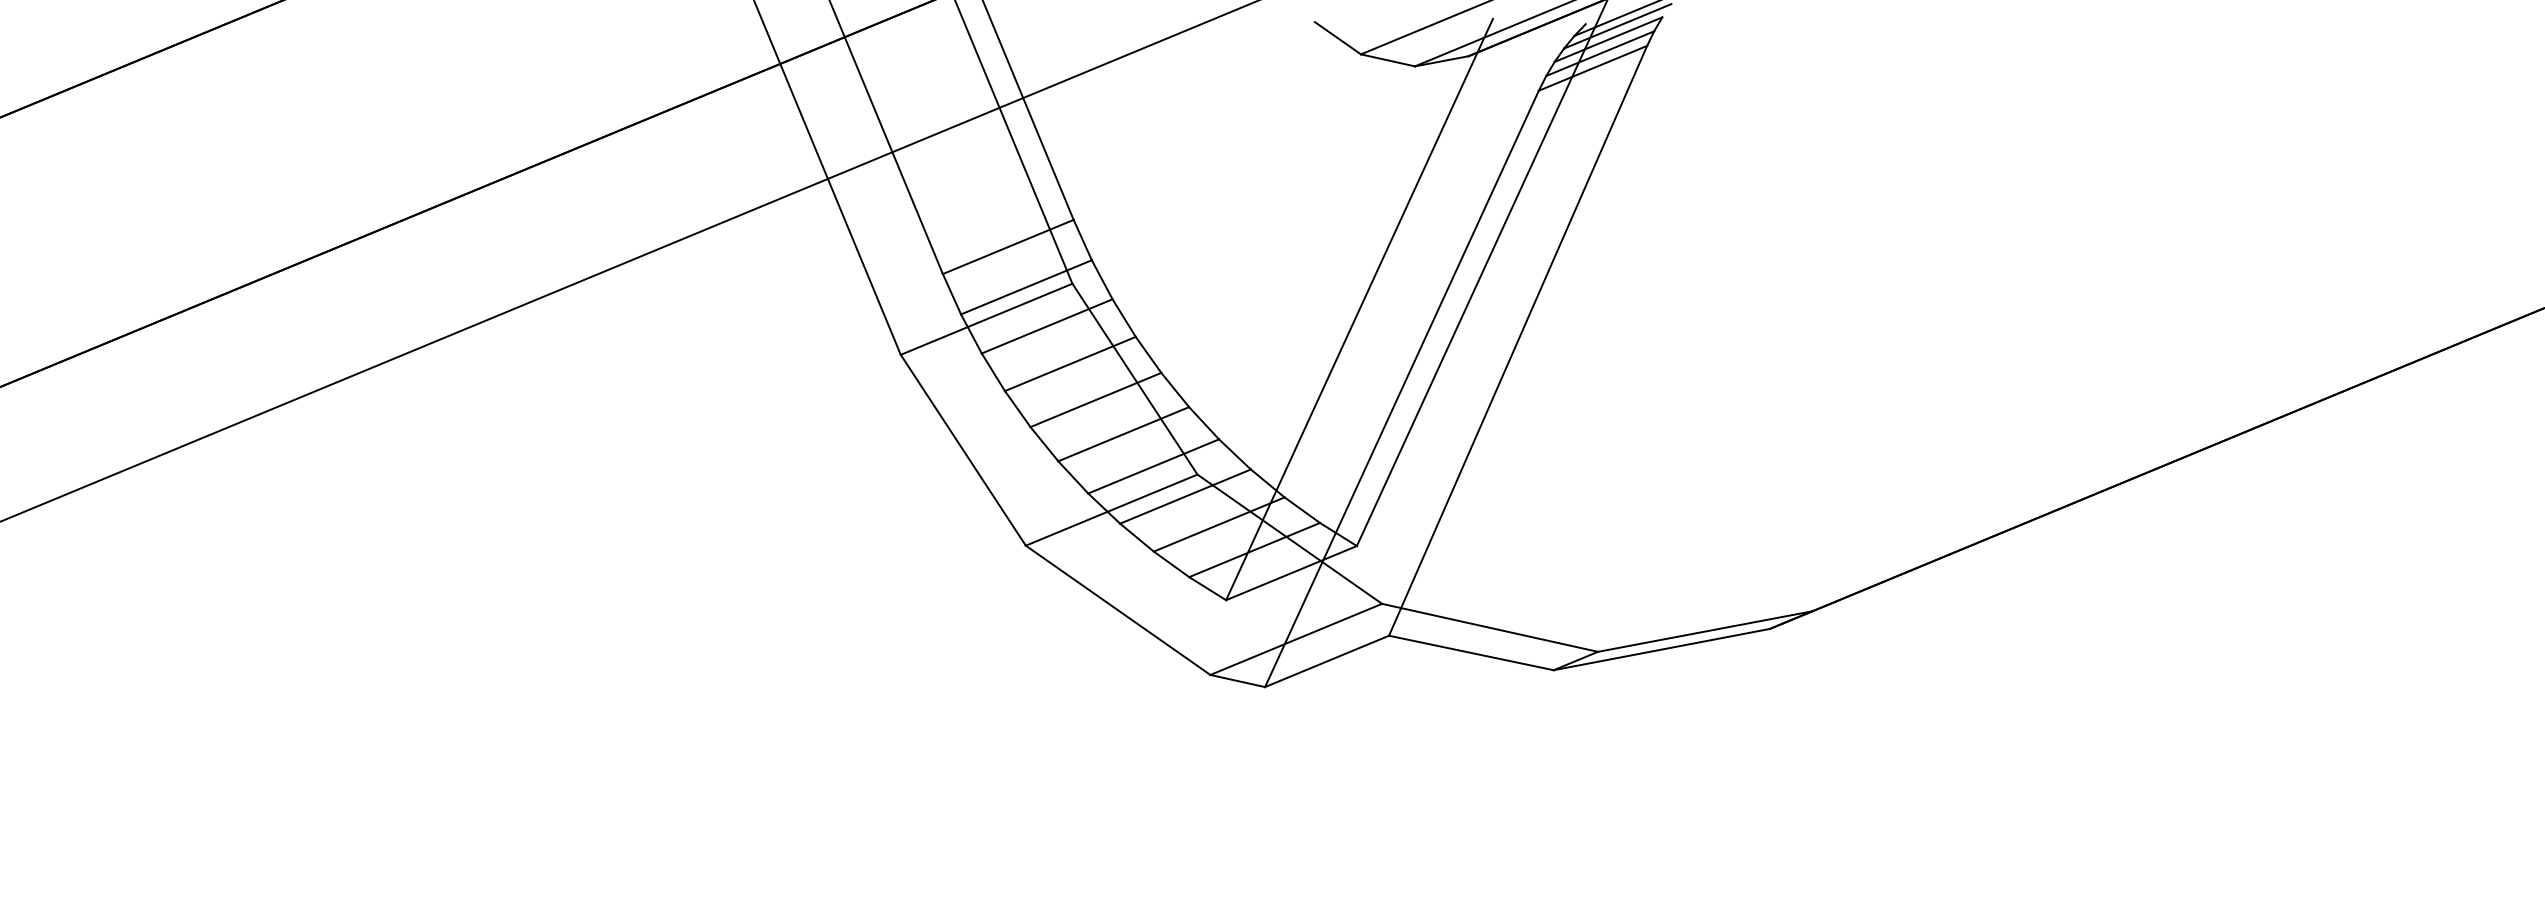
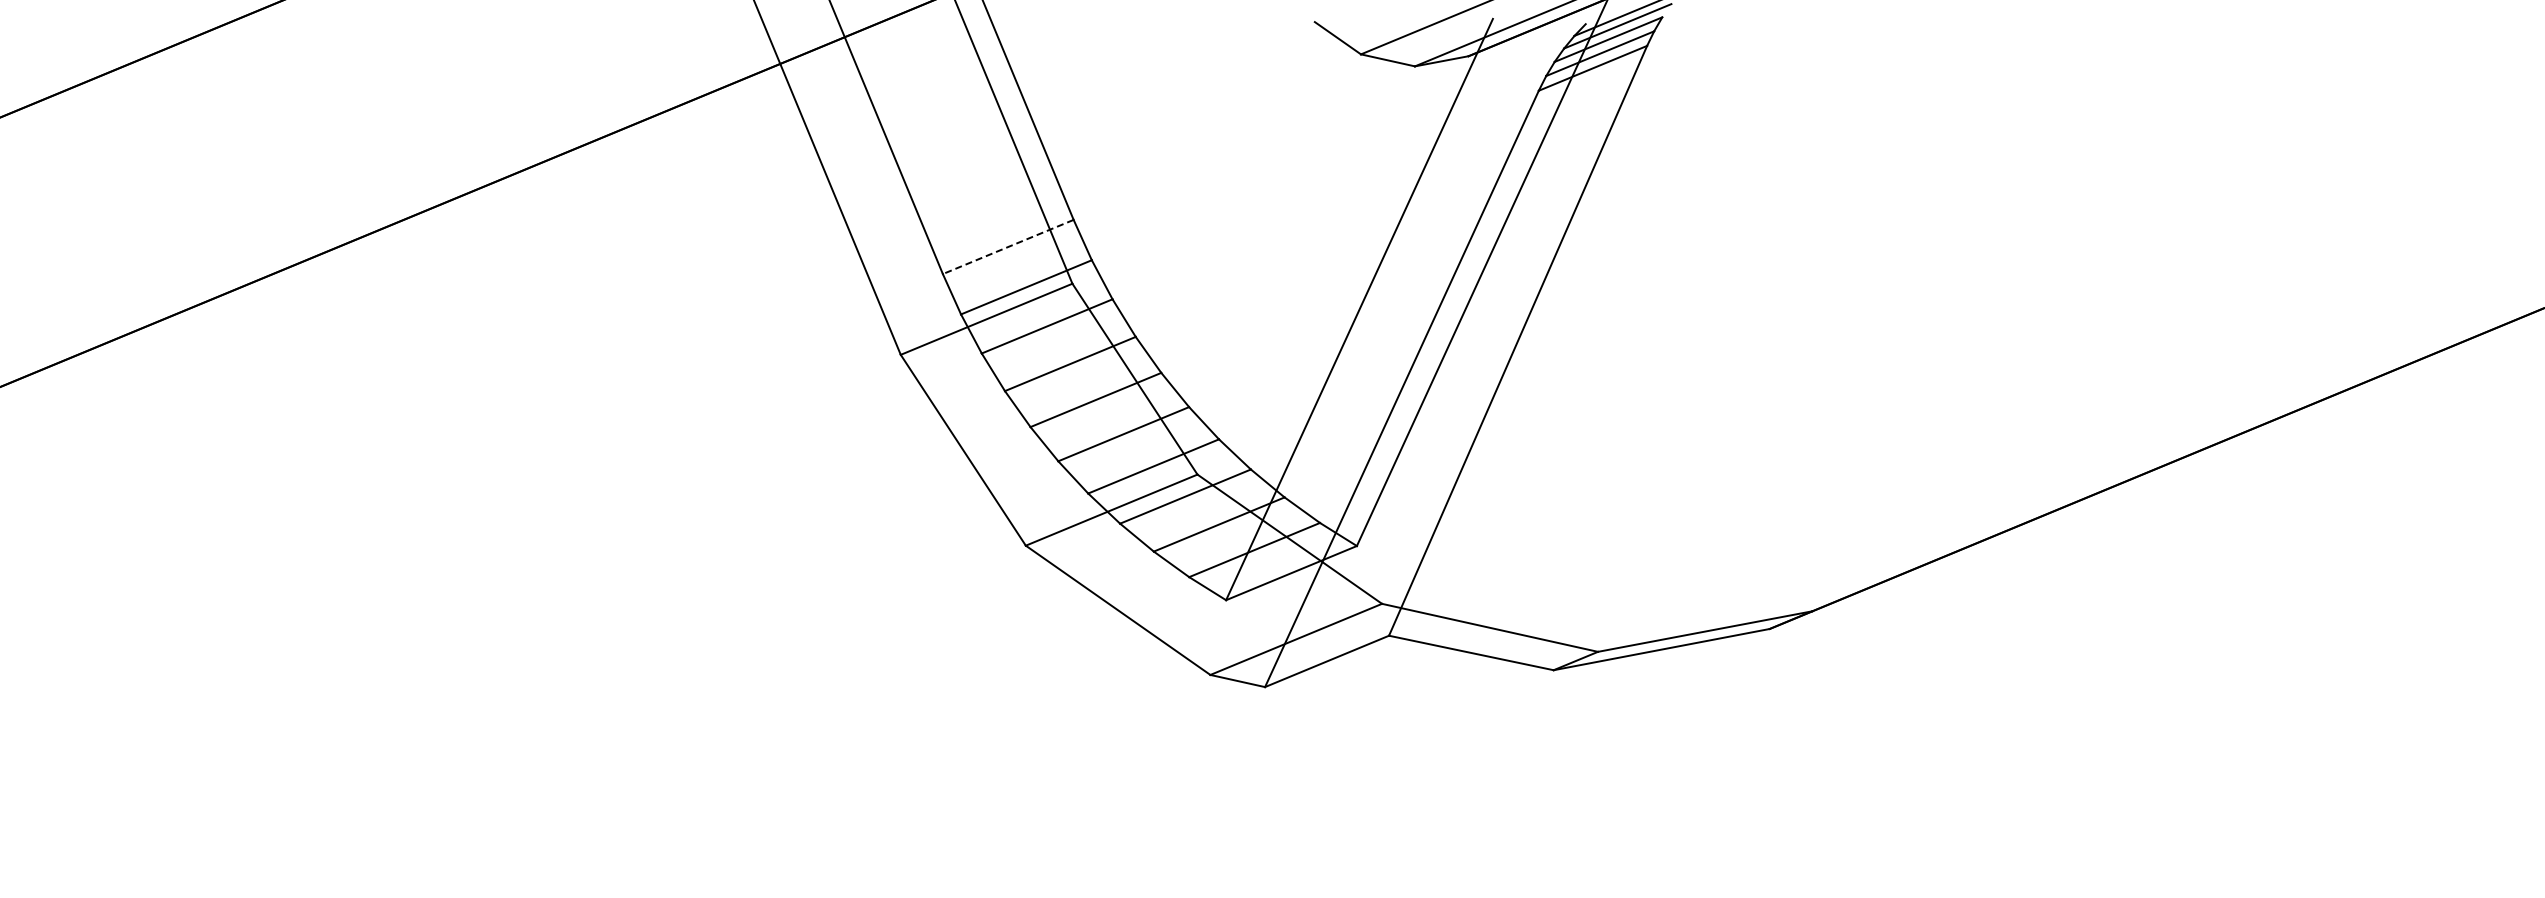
line at (1008, 246): solid -> dashed
line at (628, 261): present -> none
